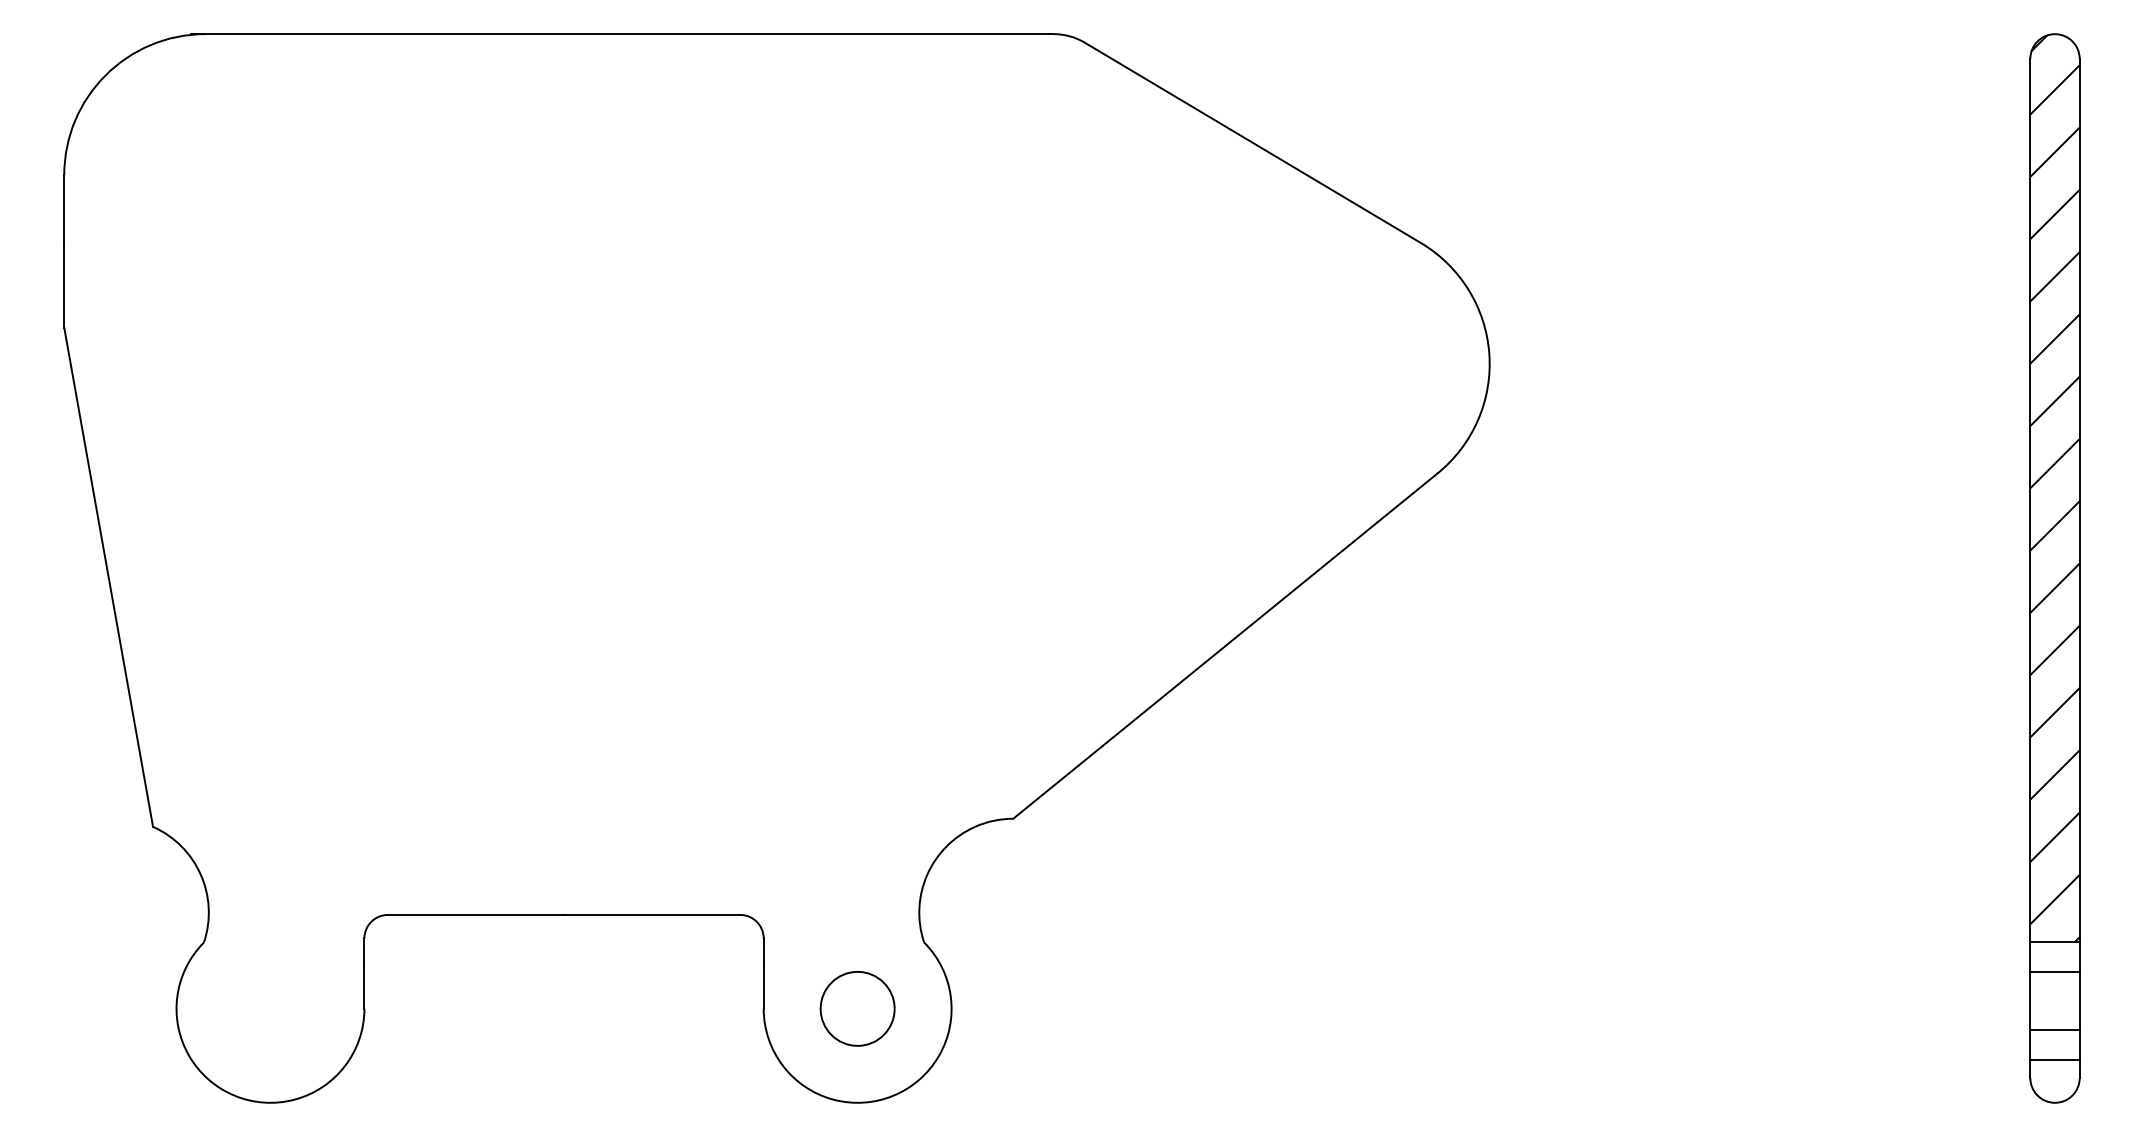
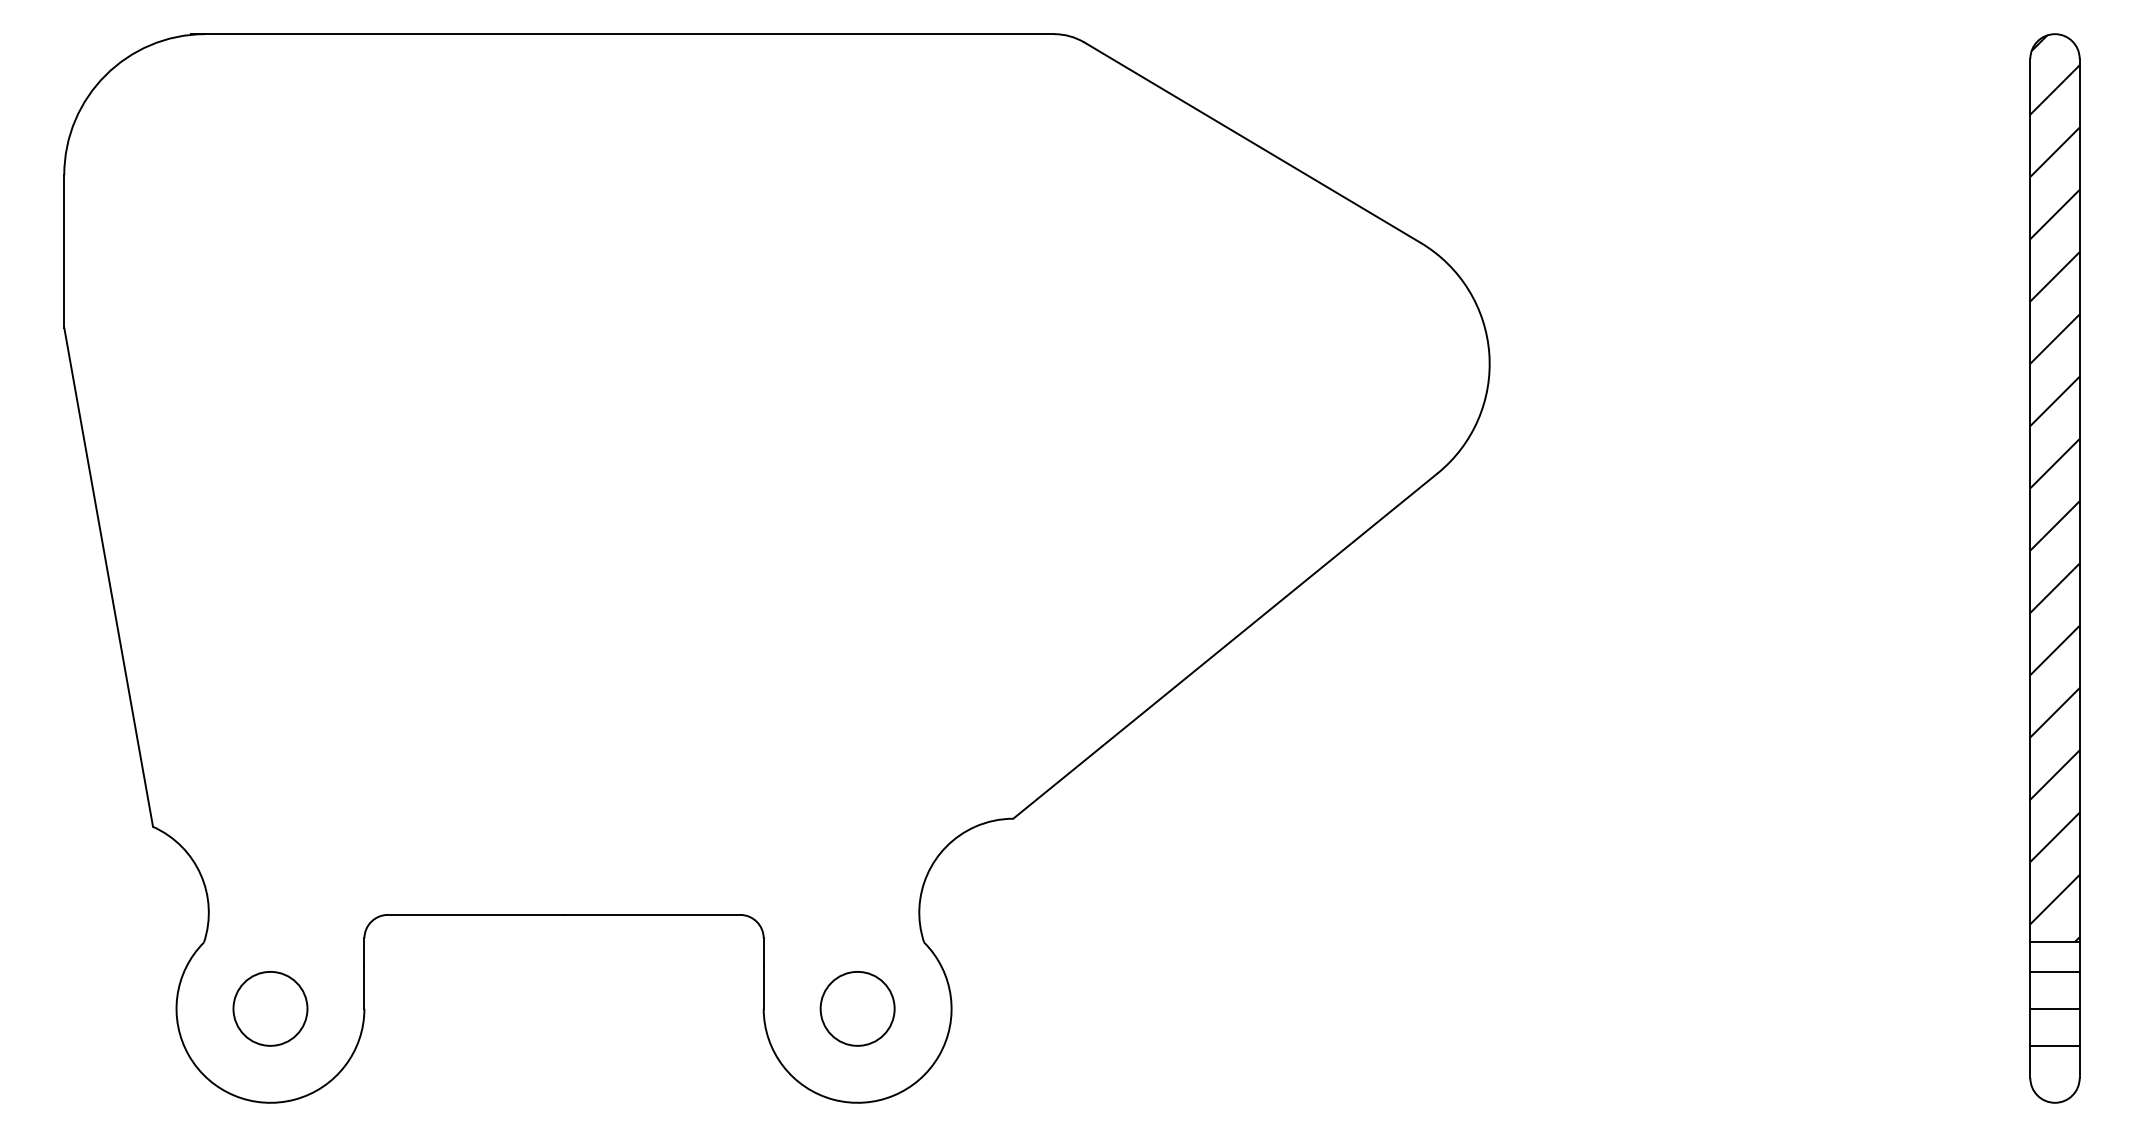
circle at (270, 1008): none -> present
line at (2054, 1029) position: (2054, 1029) -> (2054, 1008)
line at (2054, 1059) position: (2054, 1059) -> (2054, 1045)
